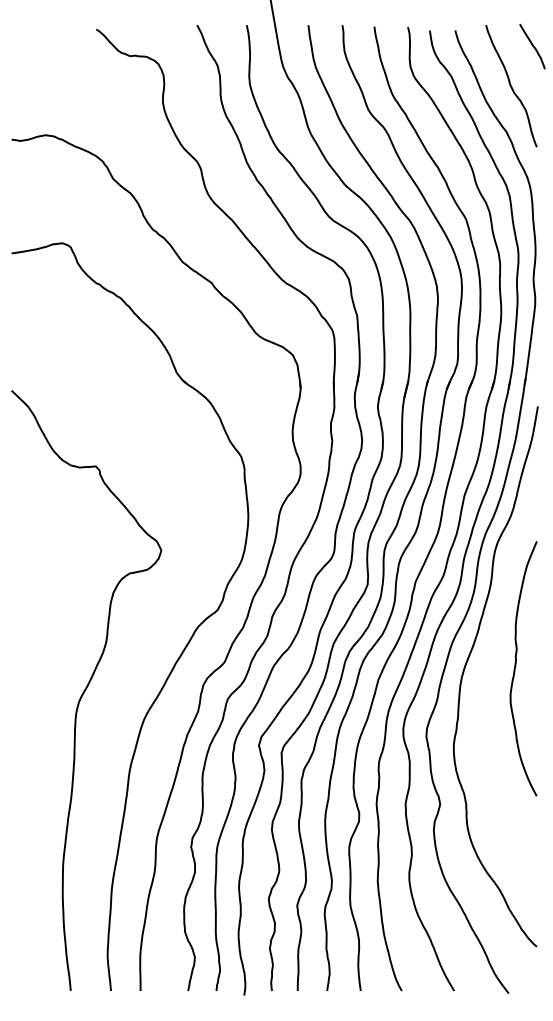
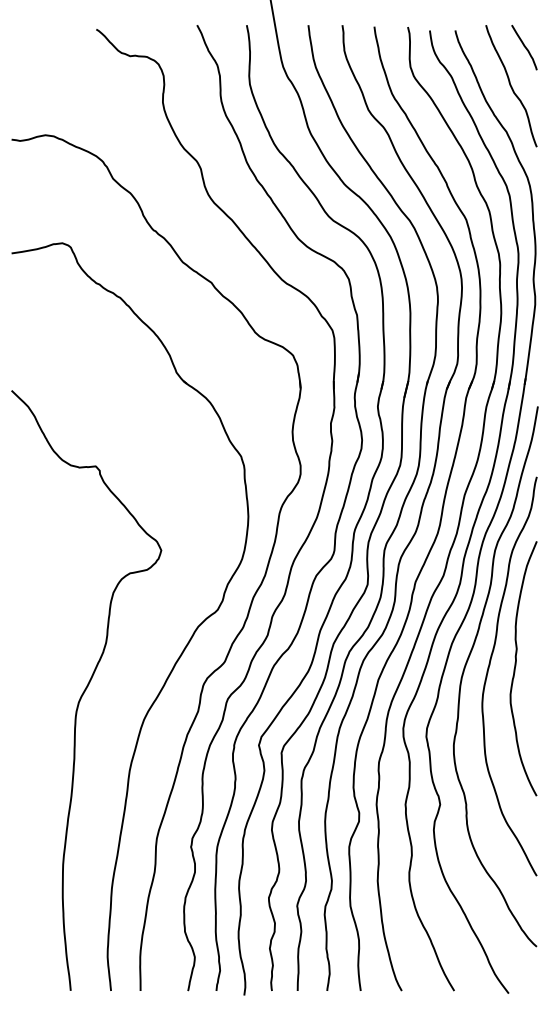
curve at (532, 46) position: (532, 46) -> (524, 47)
curve at (488, 673): none -> present
